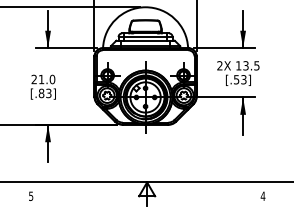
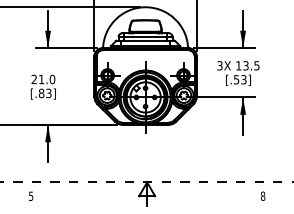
text at (219, 65): 2X -> 3X
line at (147, 182): solid -> dashed
text at (262, 195): 4 -> 8
